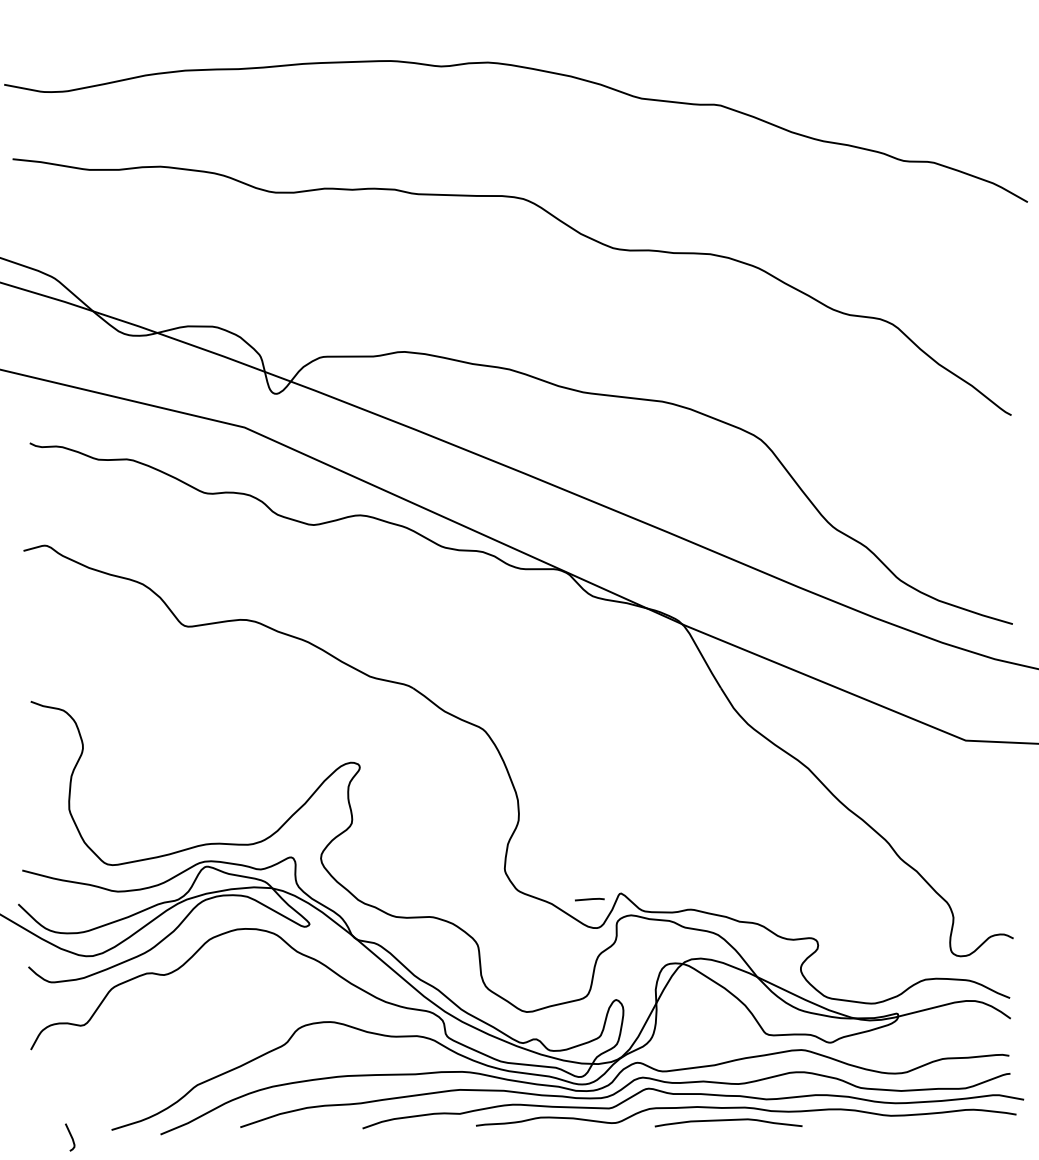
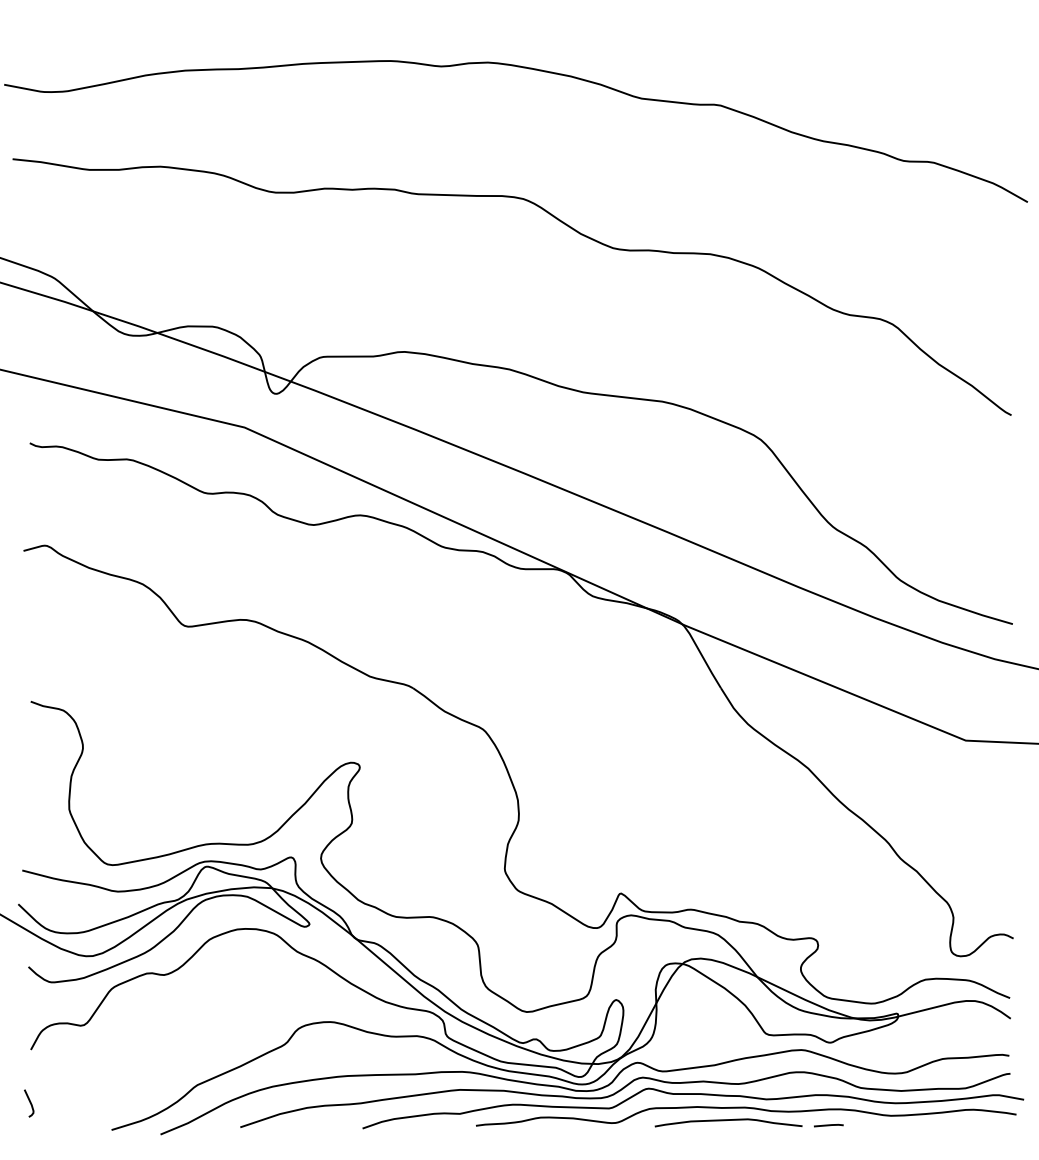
line at (589, 899) position: (589, 899) -> (828, 1125)
curve at (70, 1136) position: (70, 1136) -> (29, 1102)
